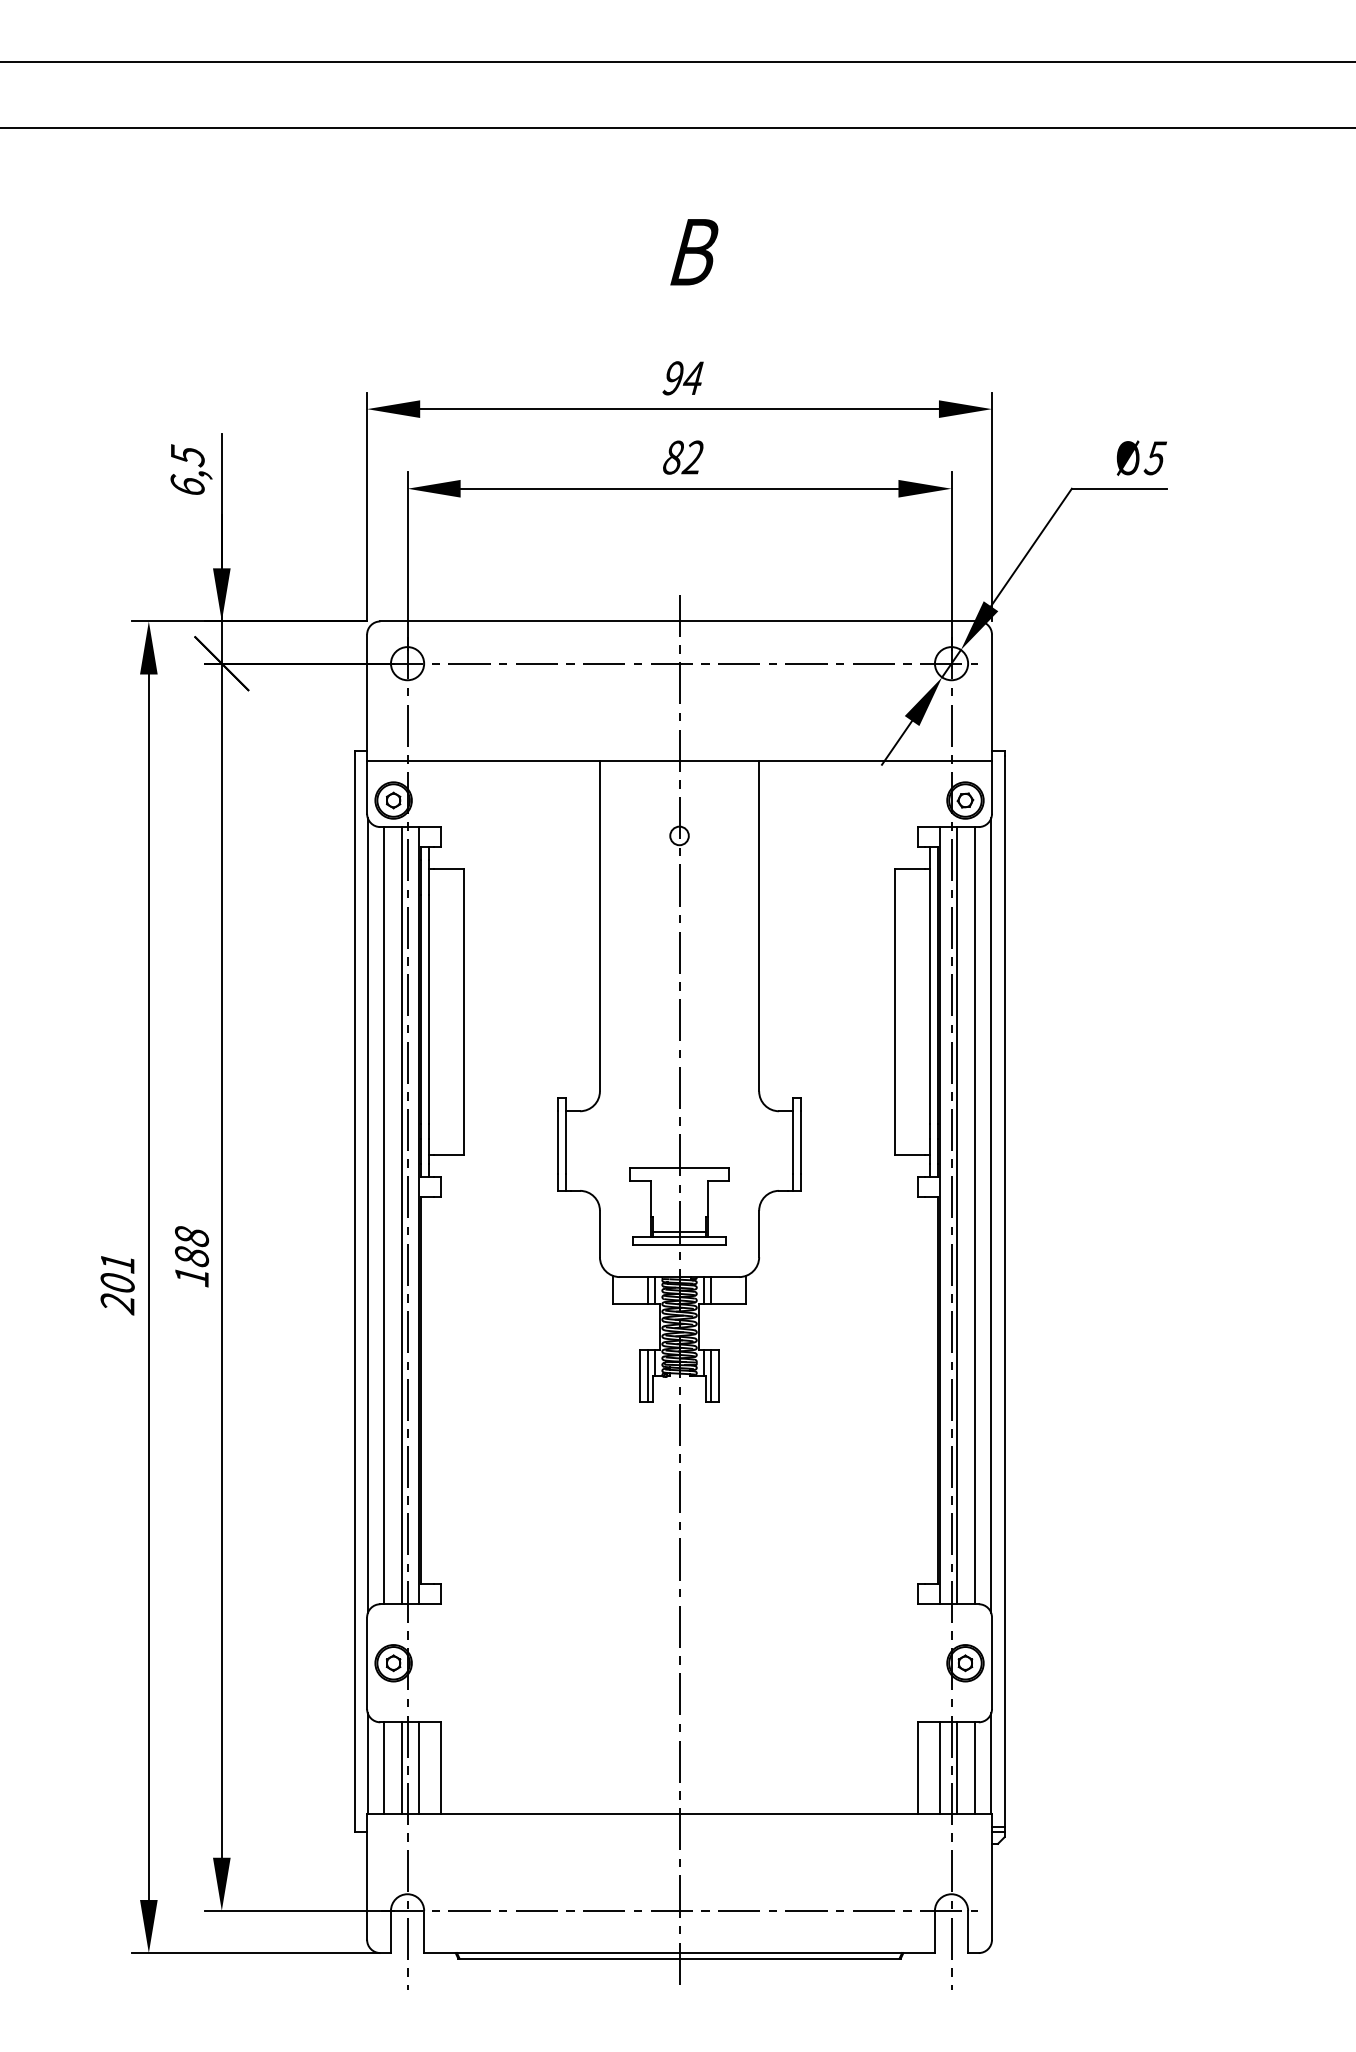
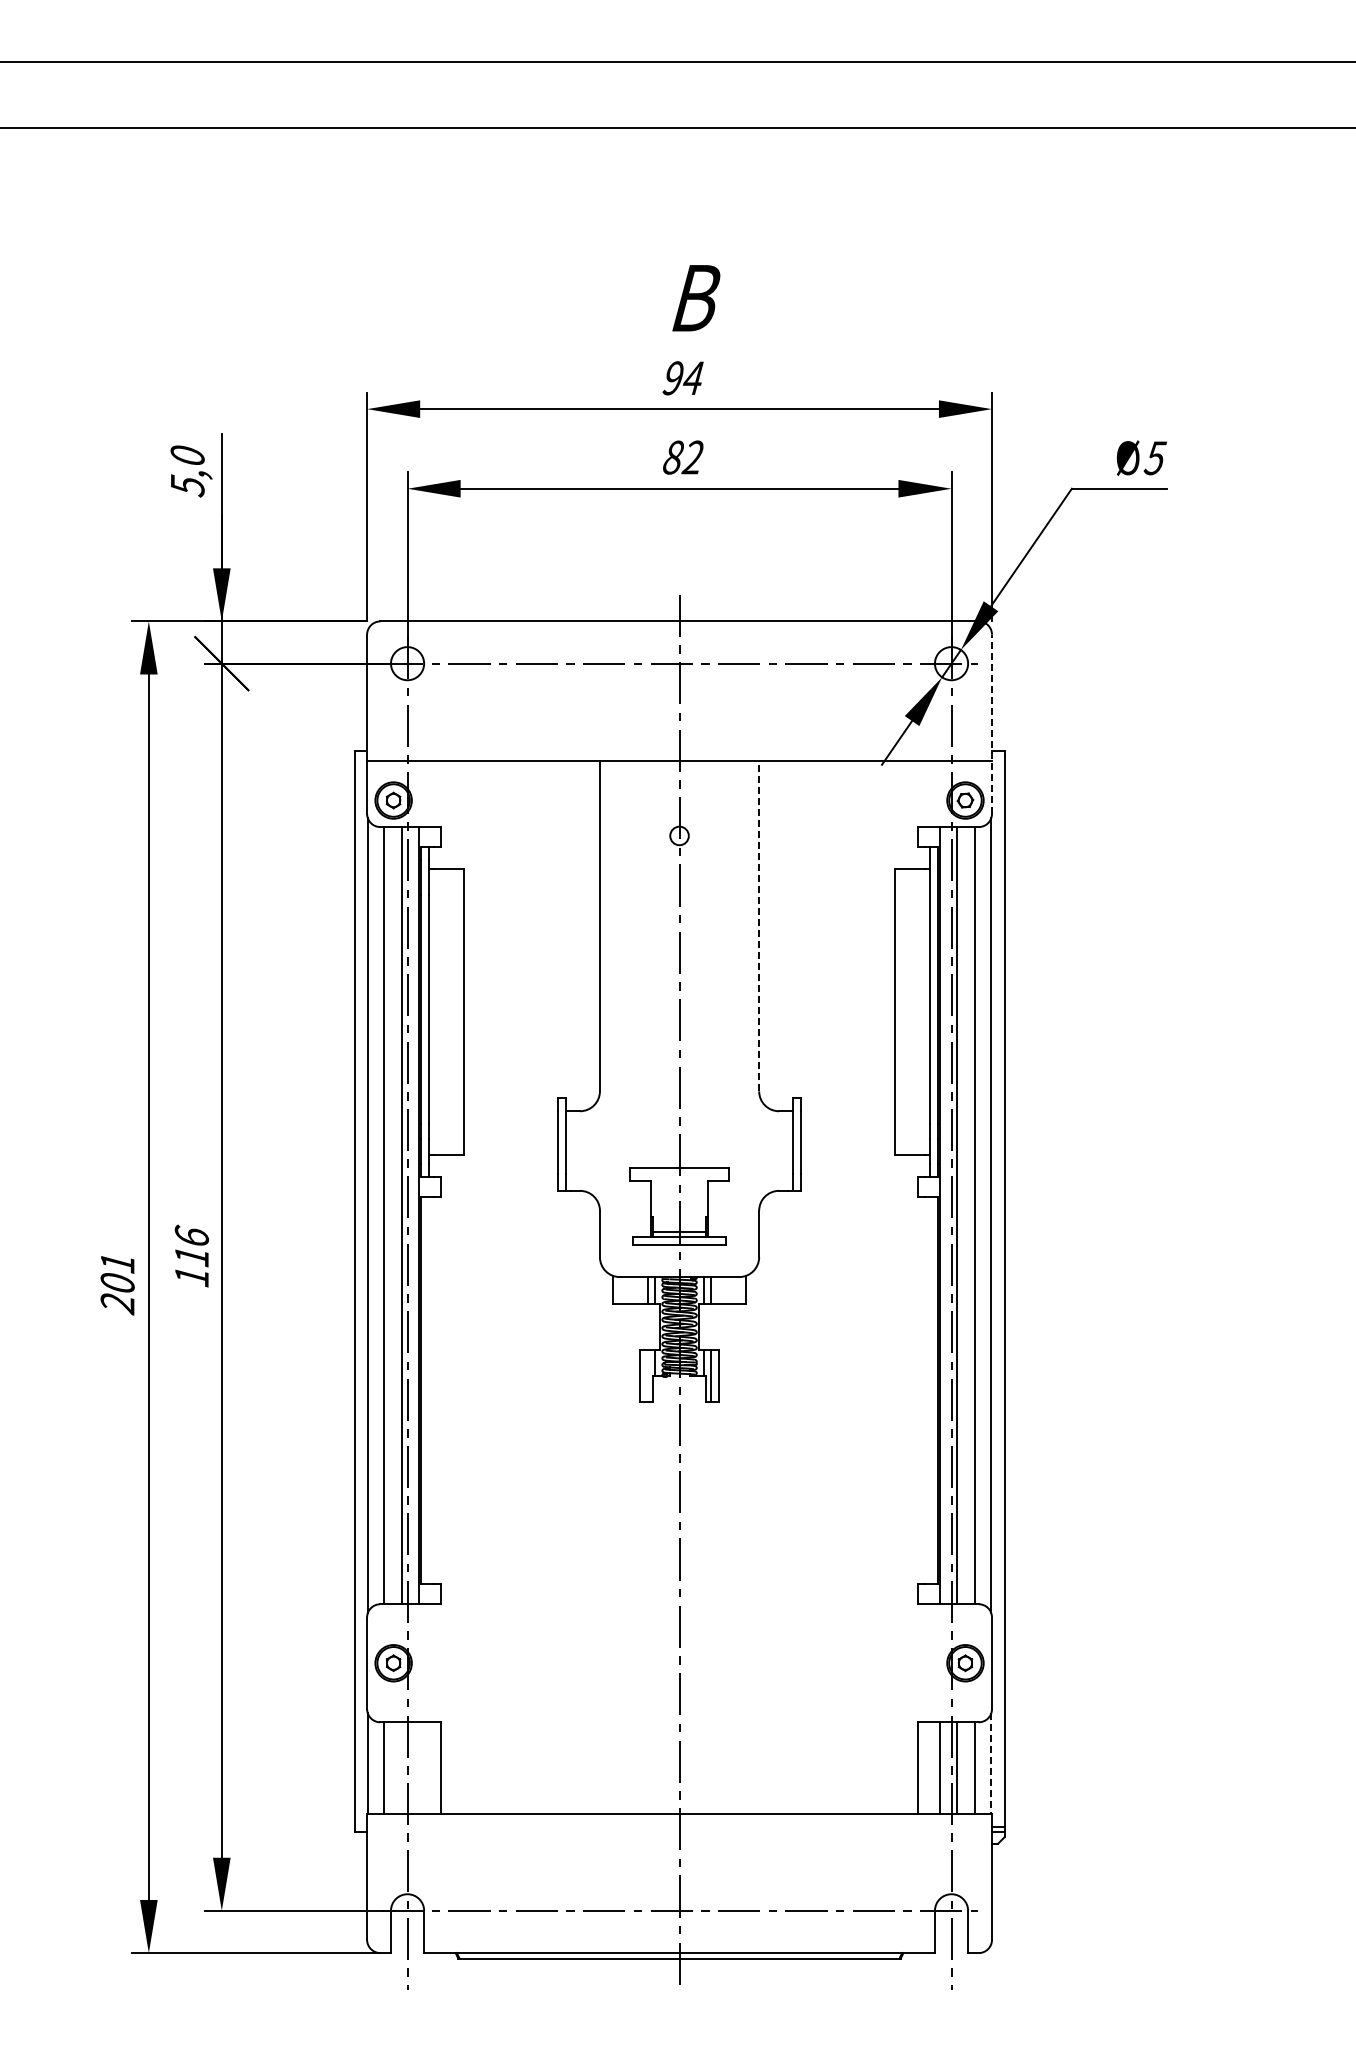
text at (694, 252) position: (694, 252) -> (696, 298)
text at (187, 470): 6,5 -> 5,0
line at (992, 724): solid -> dashed
line at (759, 925): solid -> dashed
text at (191, 1245): 188 -> 116
line at (648, 1376): present -> none
line at (991, 1763): solid -> dashed
line at (402, 1767): present -> none
line at (418, 1767): present -> none
